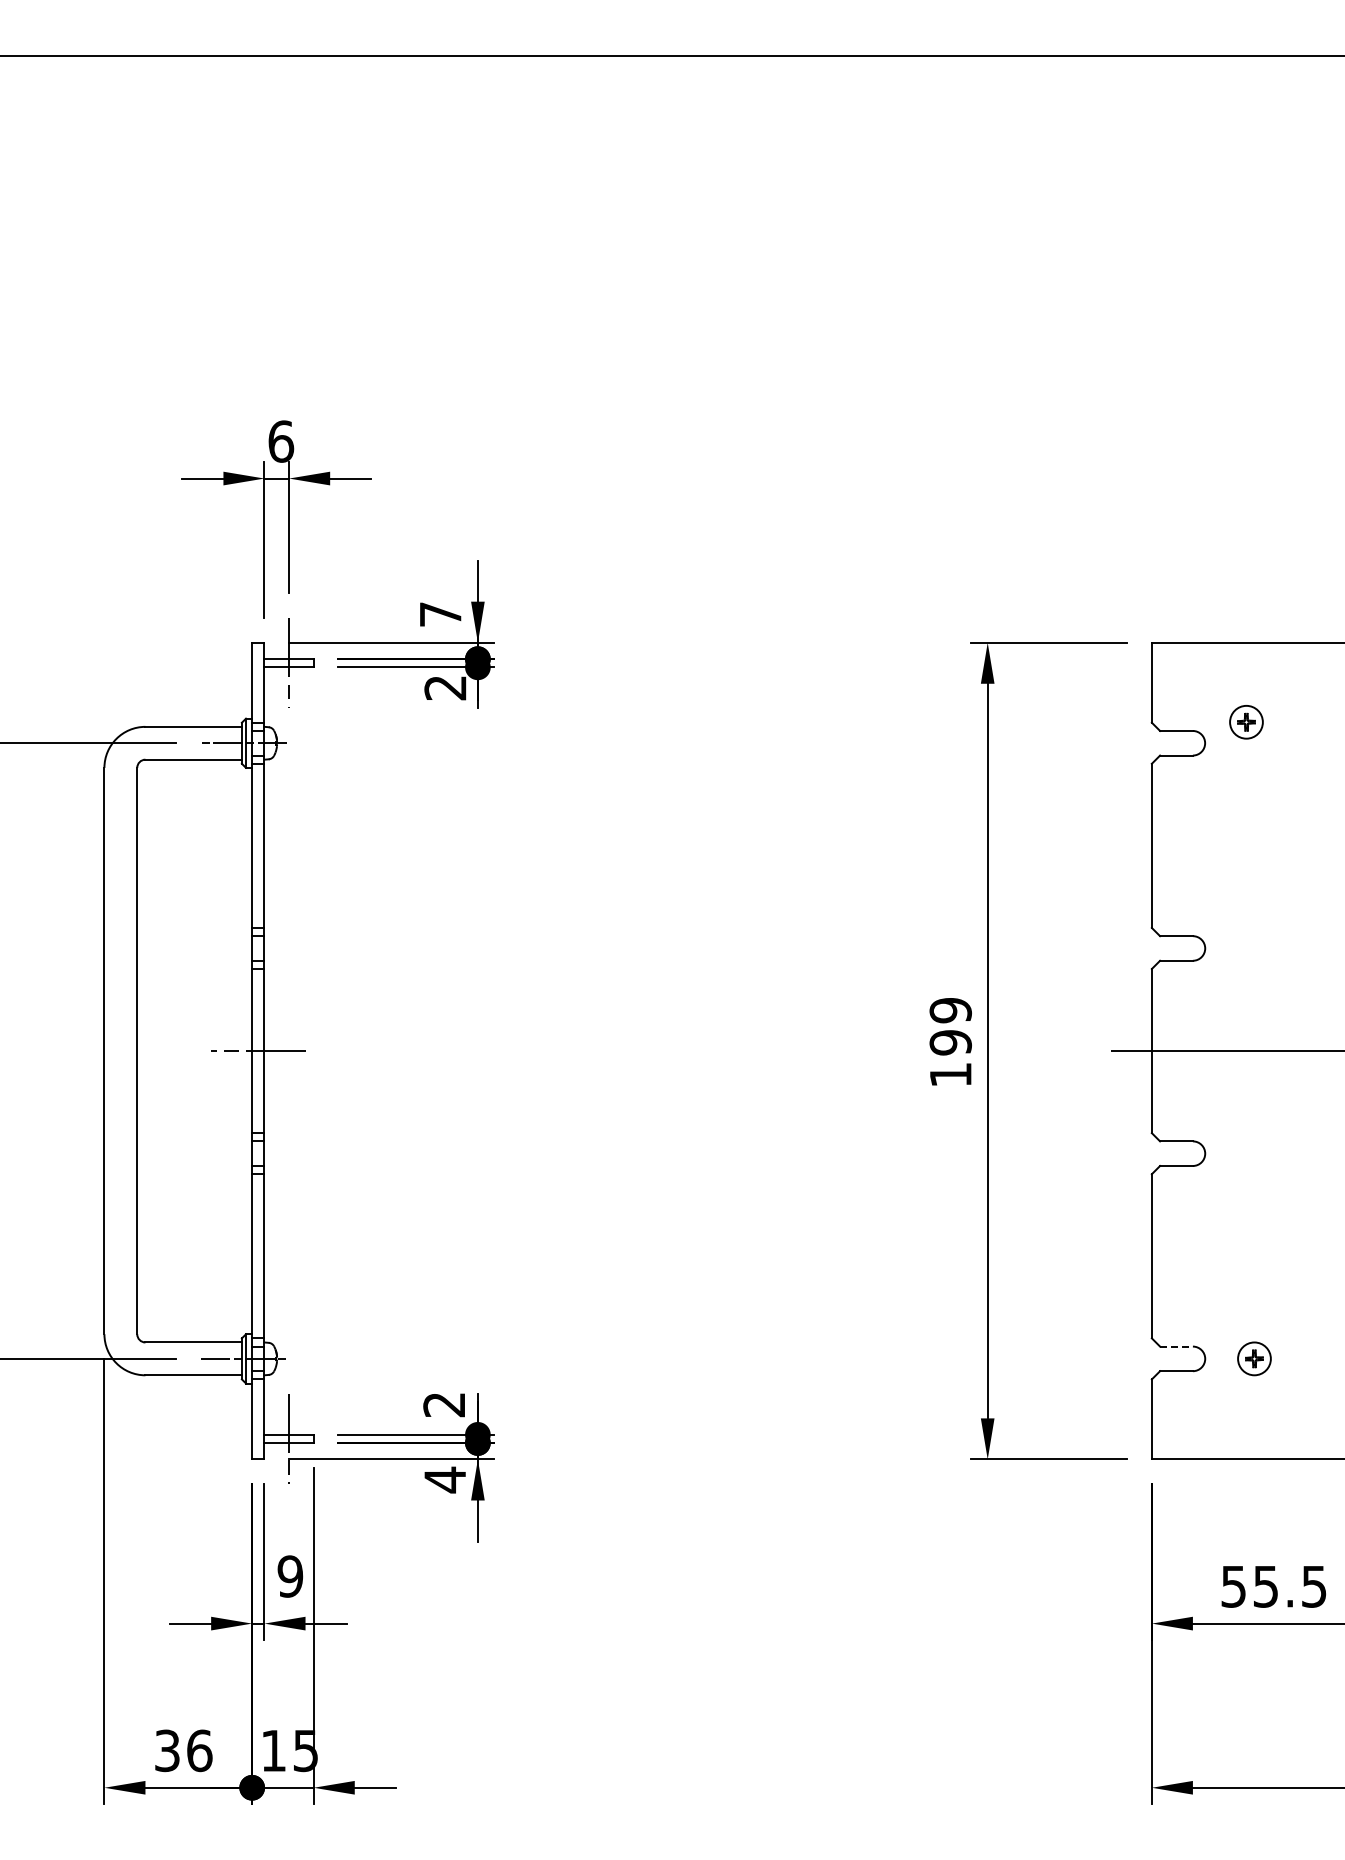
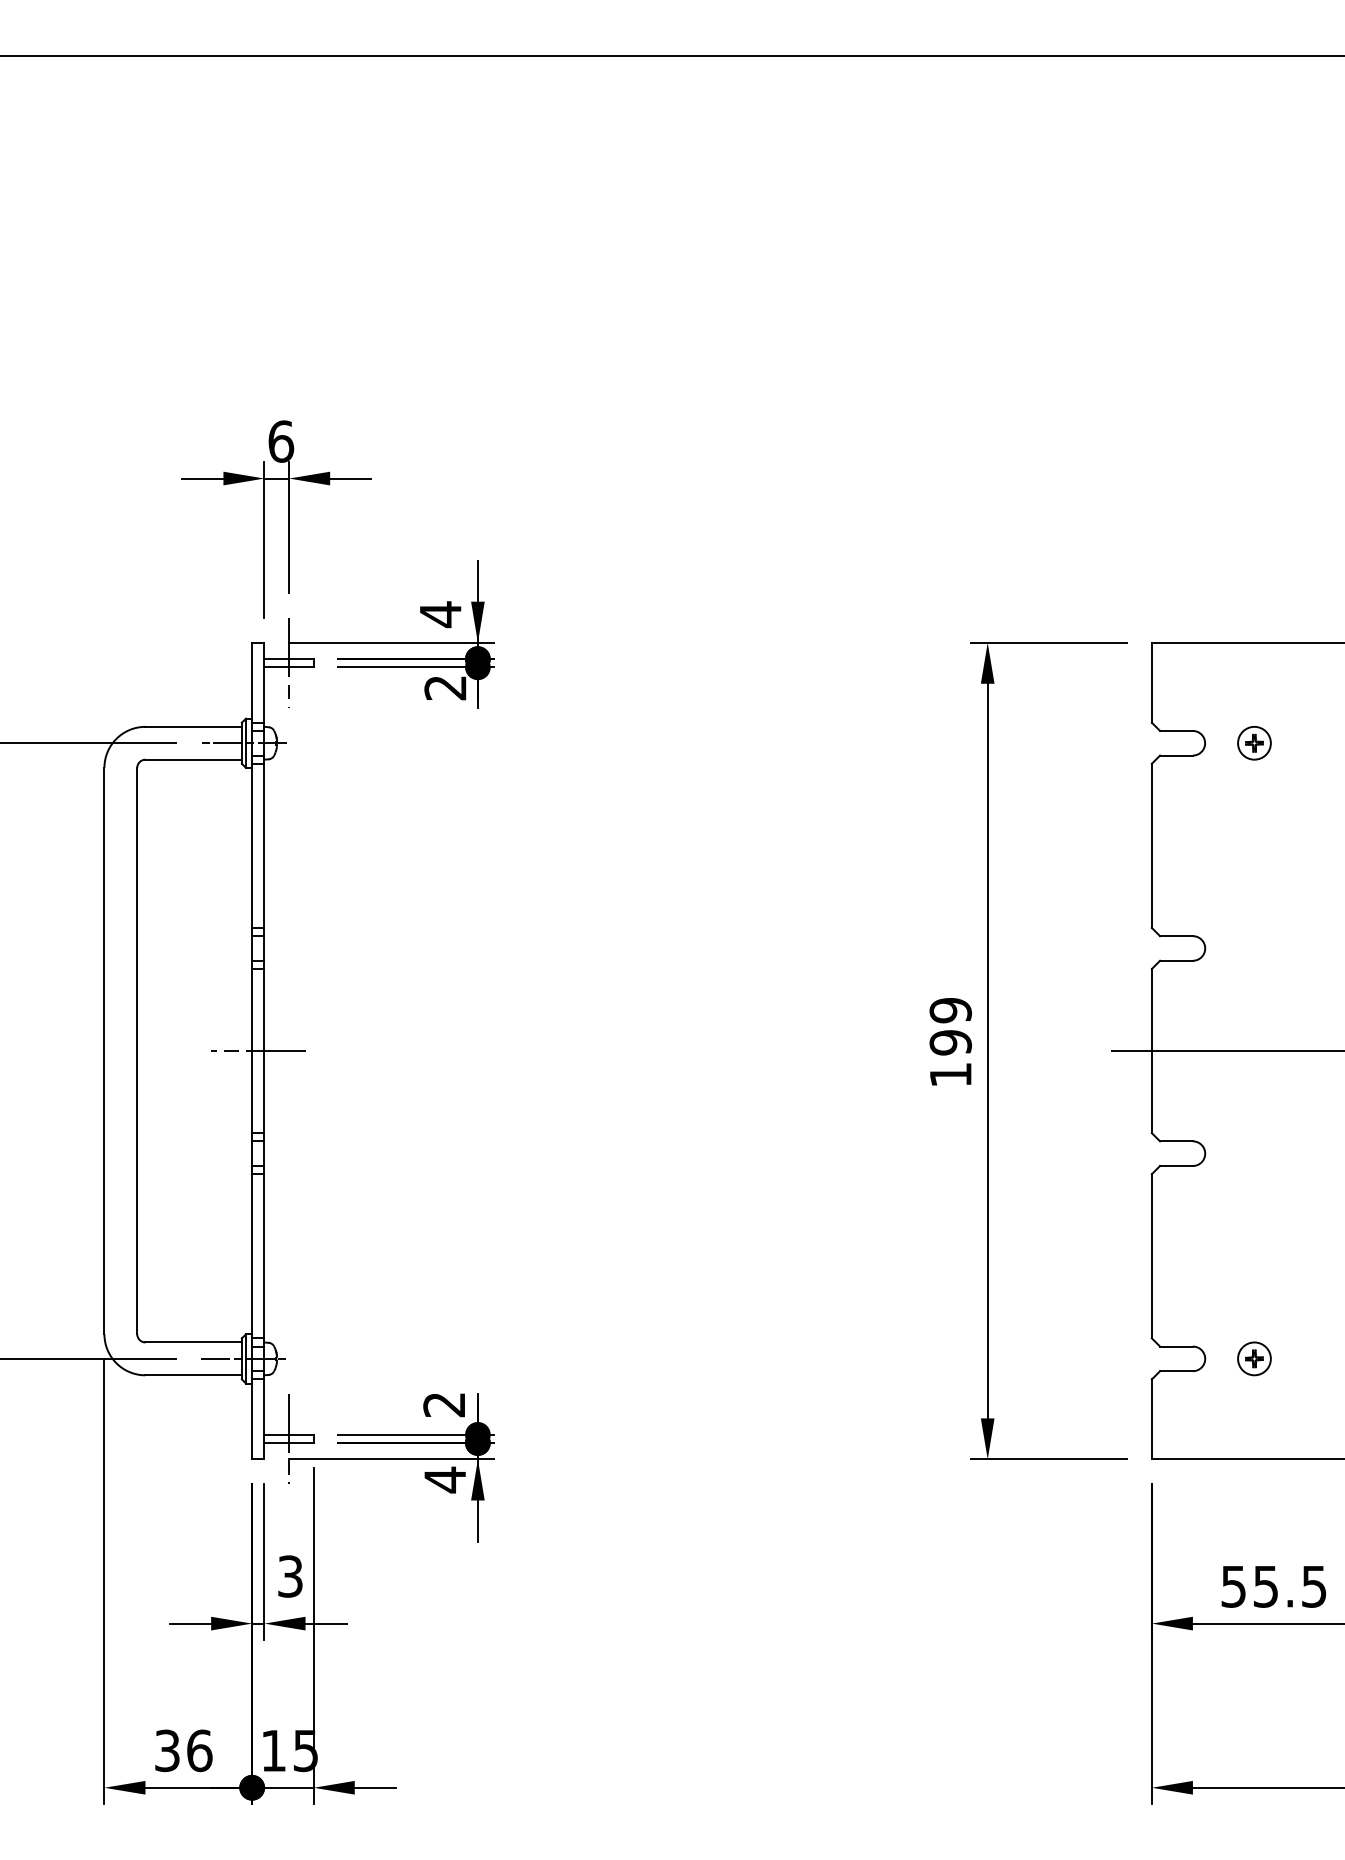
text at (440, 614): 7 -> 4
part at (1246, 722) position: (1246, 722) -> (1254, 743)
line at (1176, 1346): dashed -> solid
text at (290, 1576): 9 -> 3
